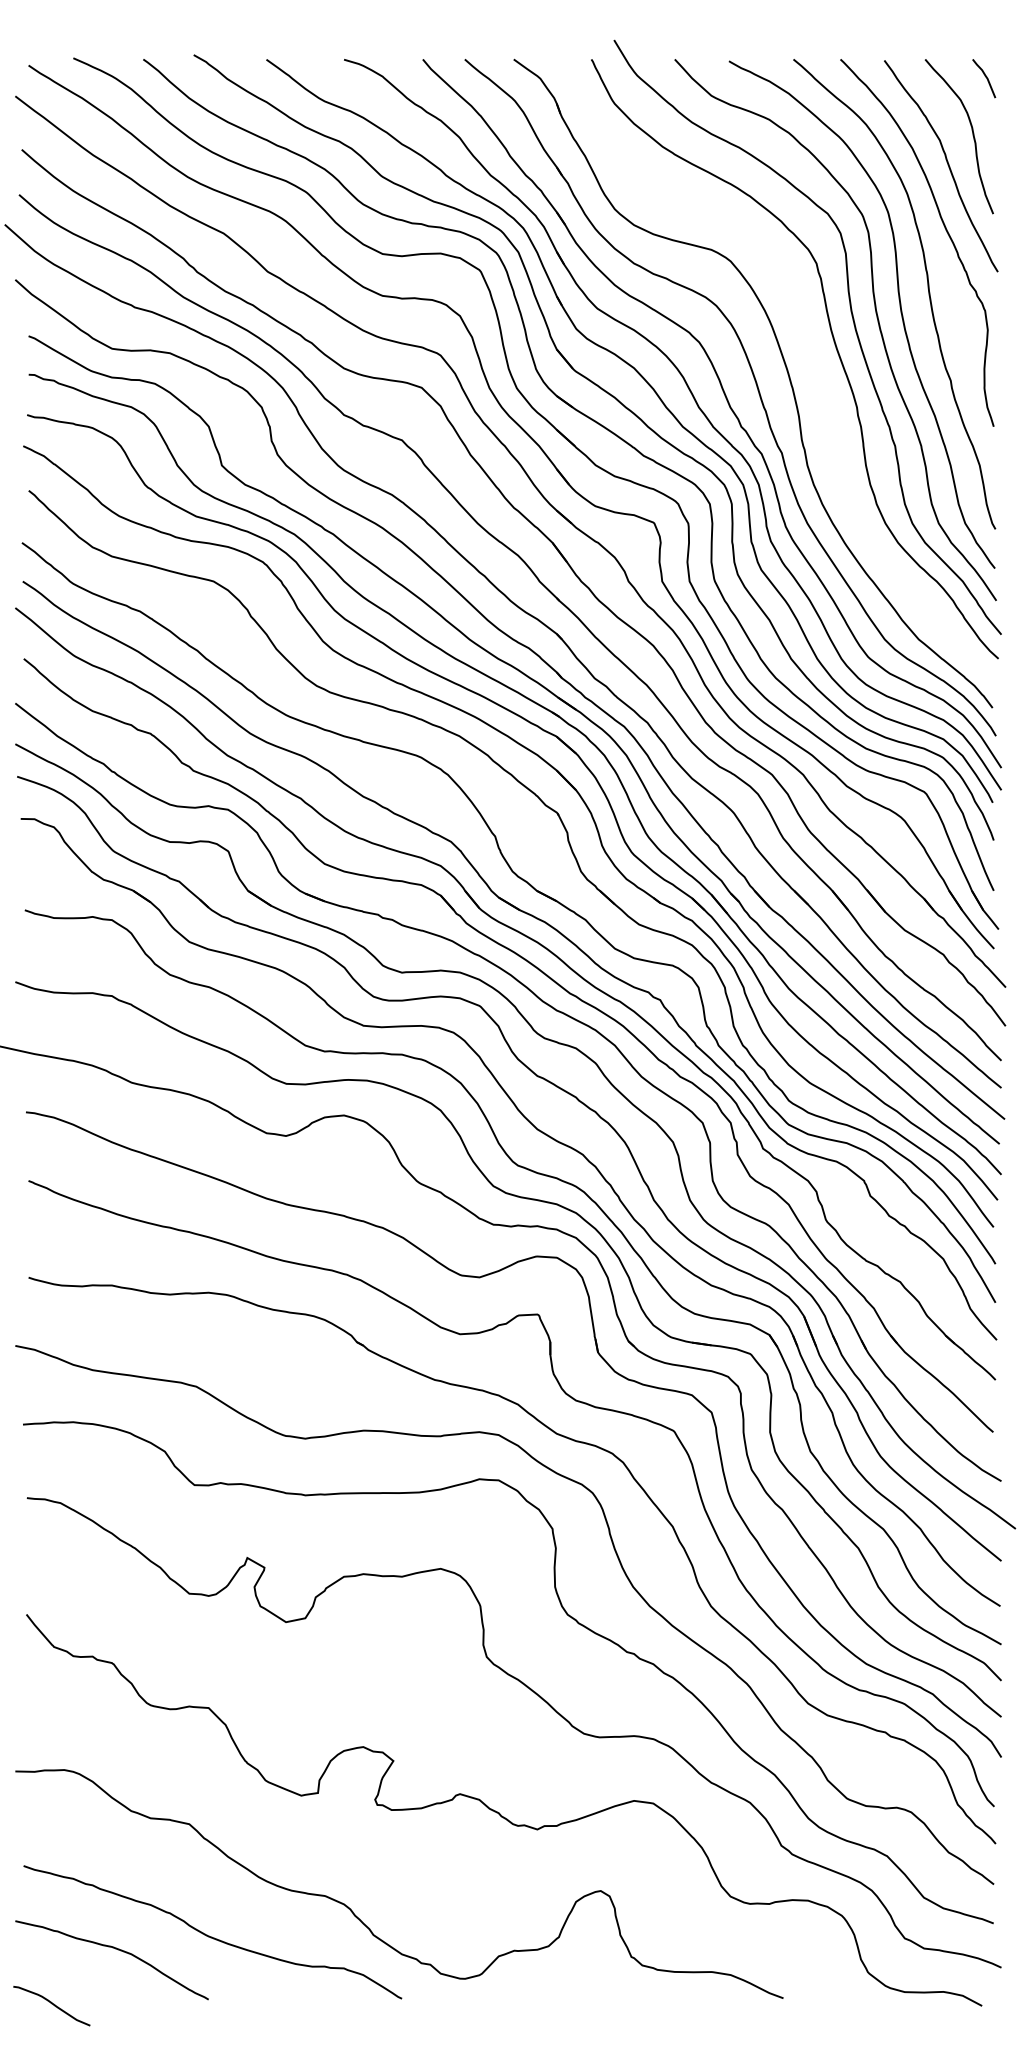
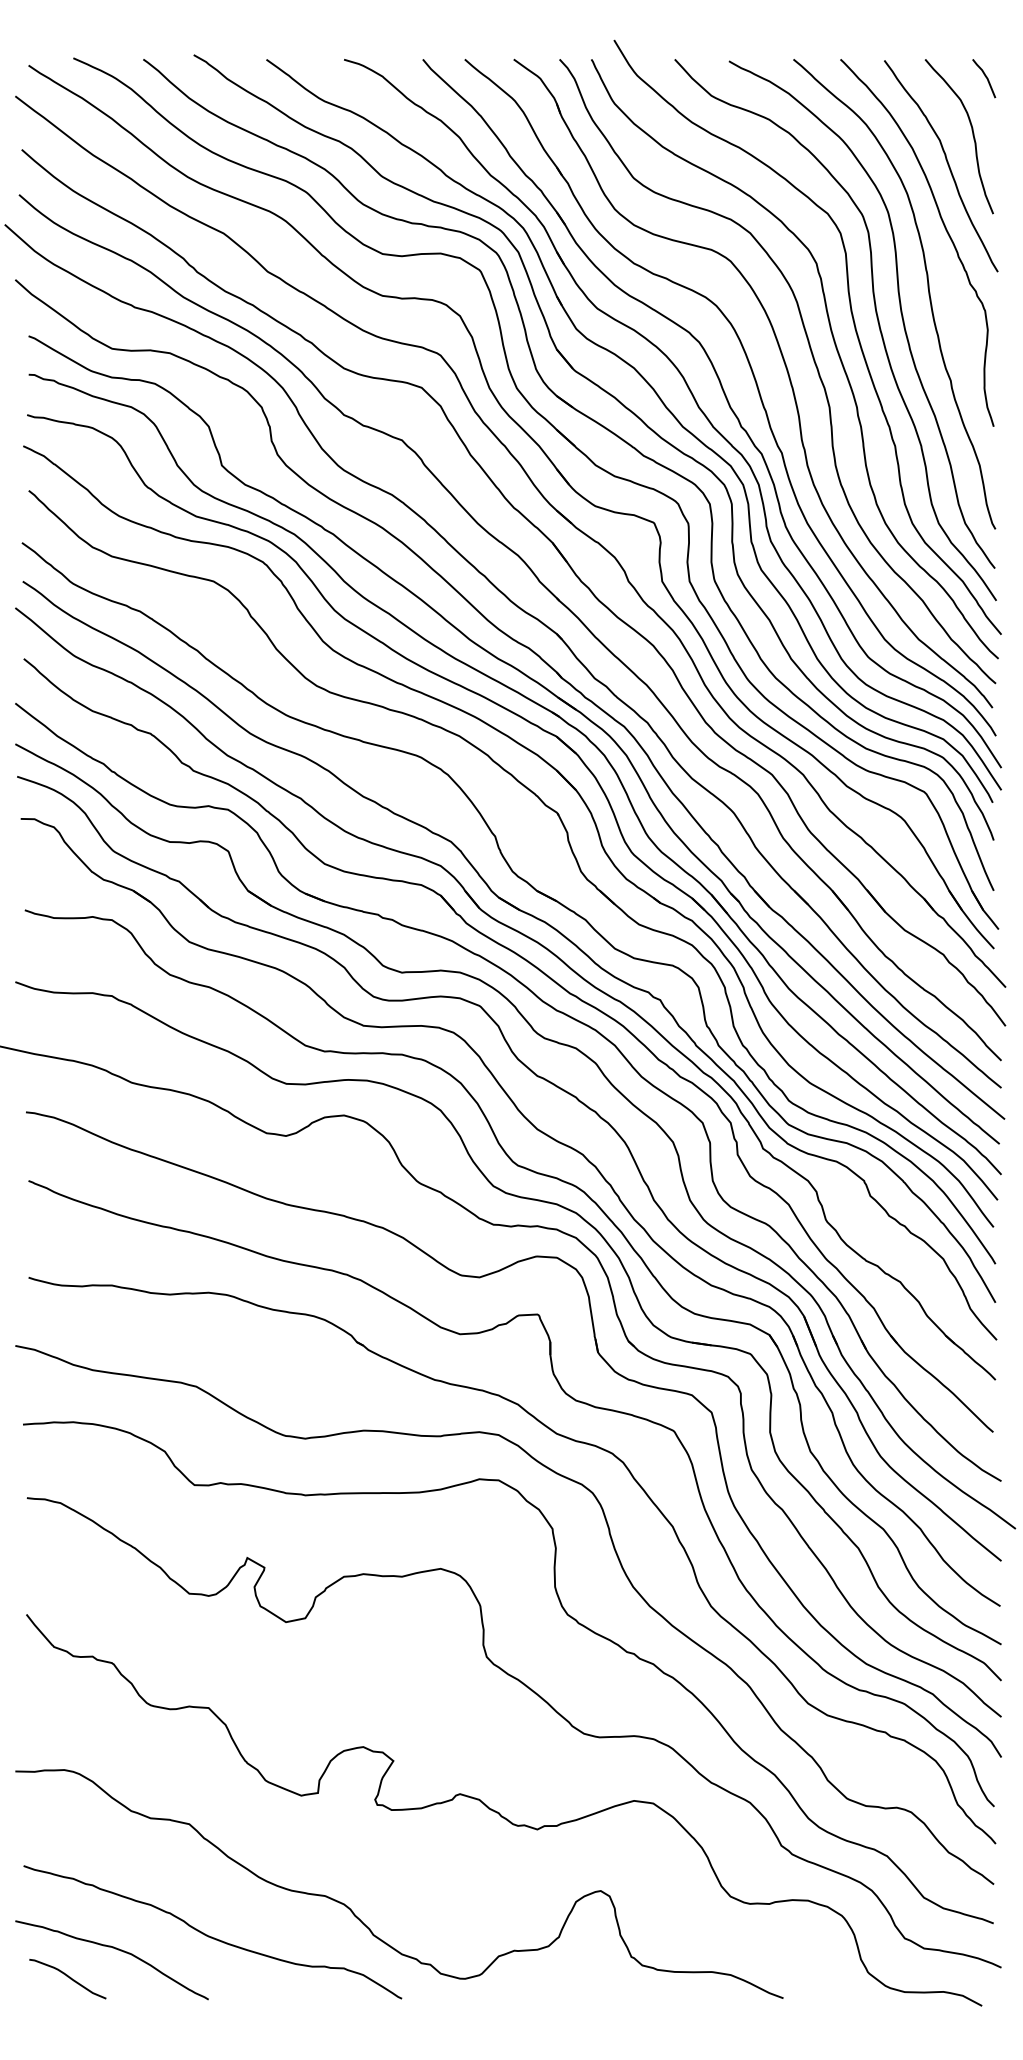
curve at (812, 358): none -> present
curve at (51, 2004) position: (51, 2004) -> (67, 1977)
